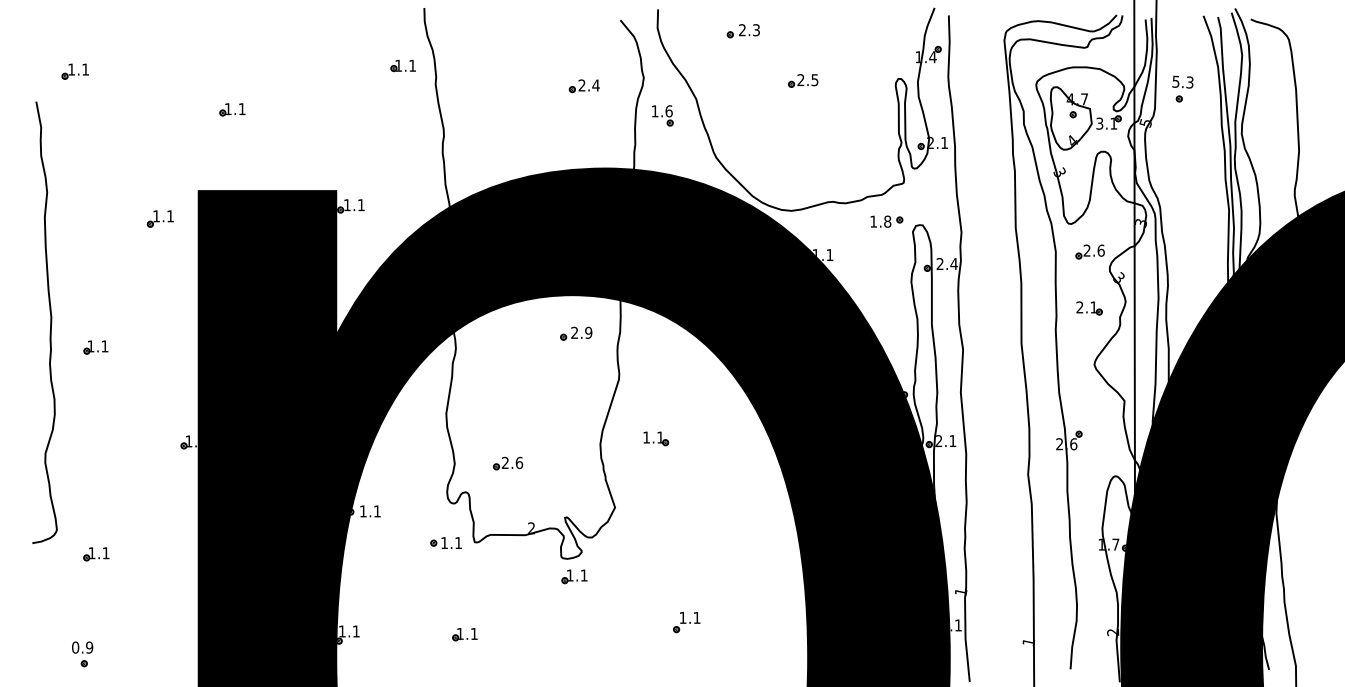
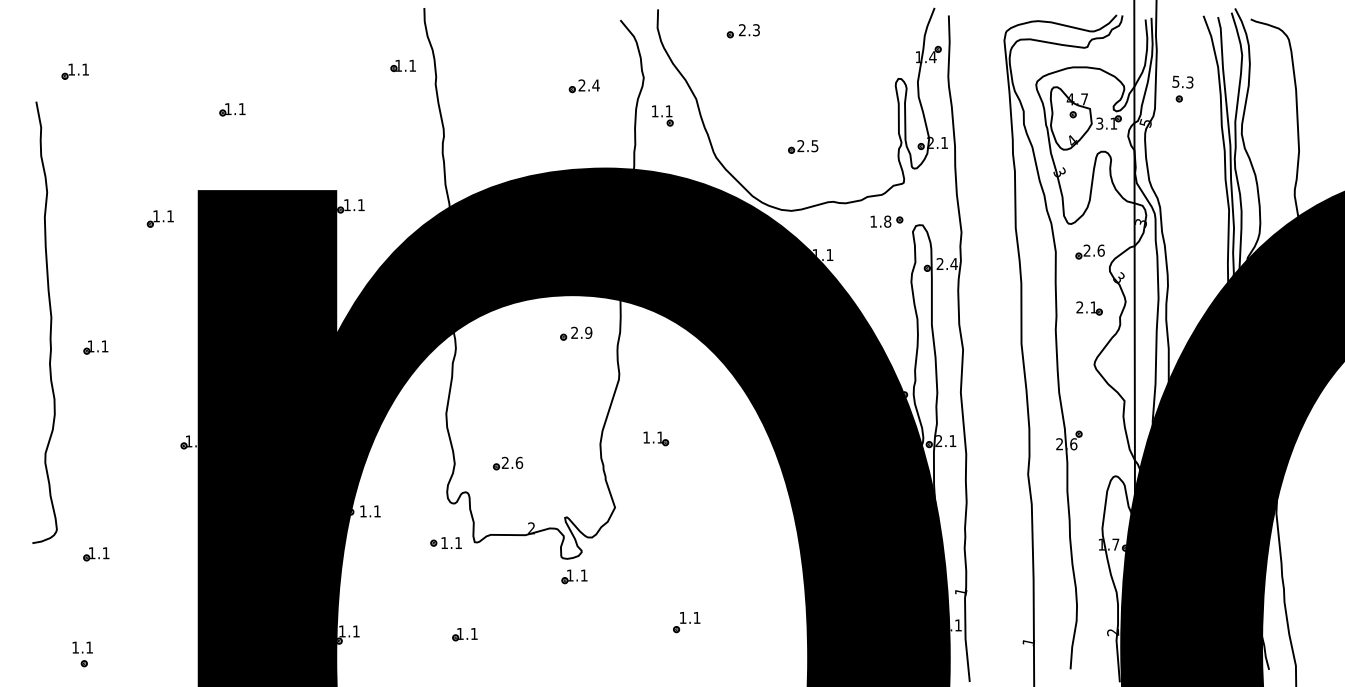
part at (803, 80) position: (803, 80) -> (803, 146)
text at (668, 111): 1.6 -> 1.1
text at (82, 647): 0.9 -> 1.1
